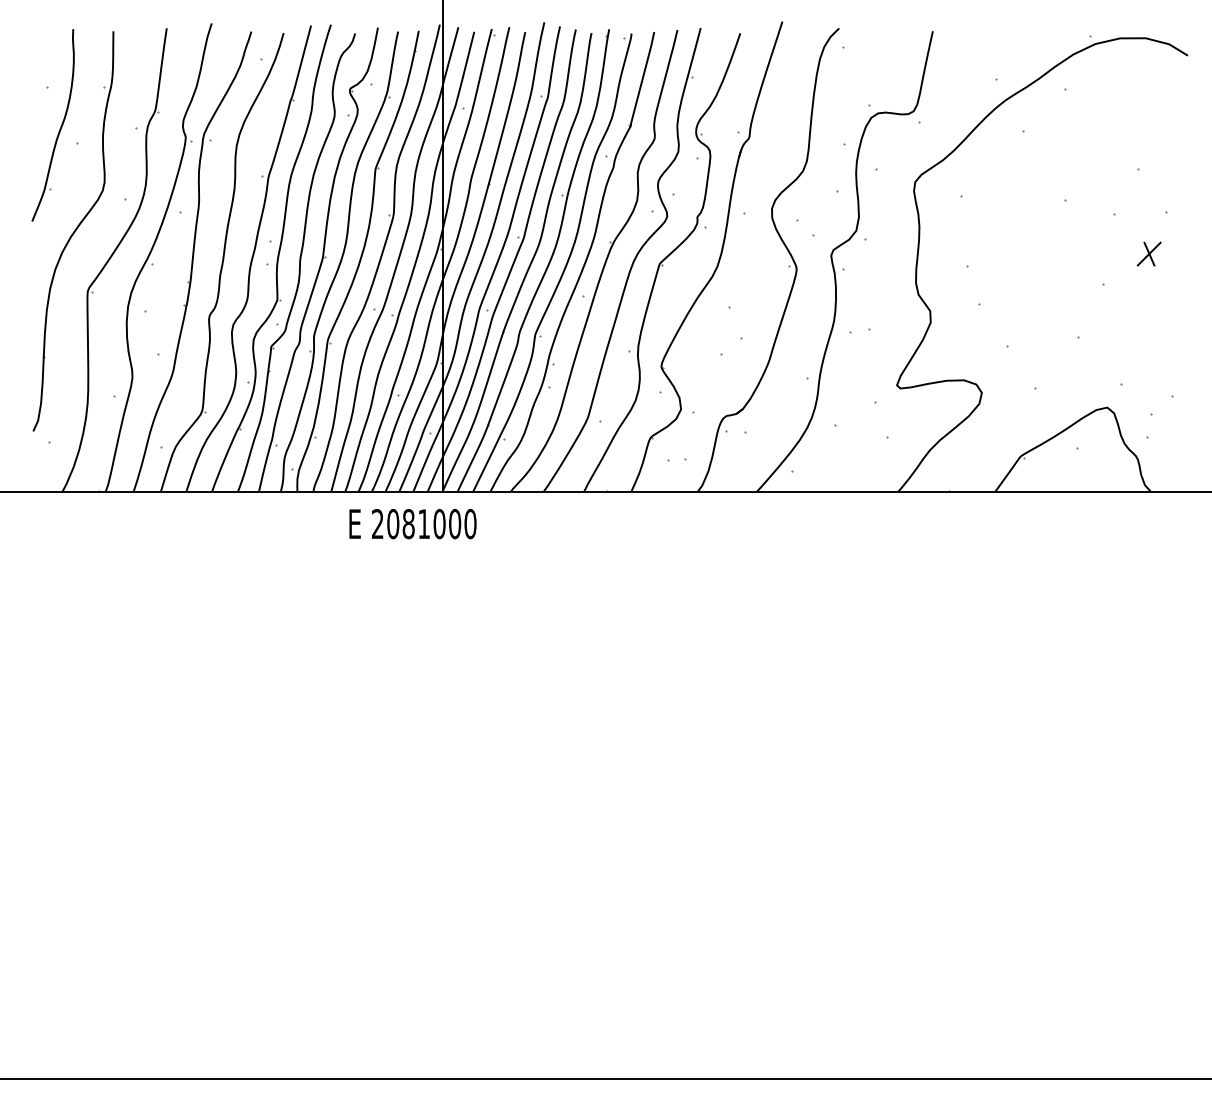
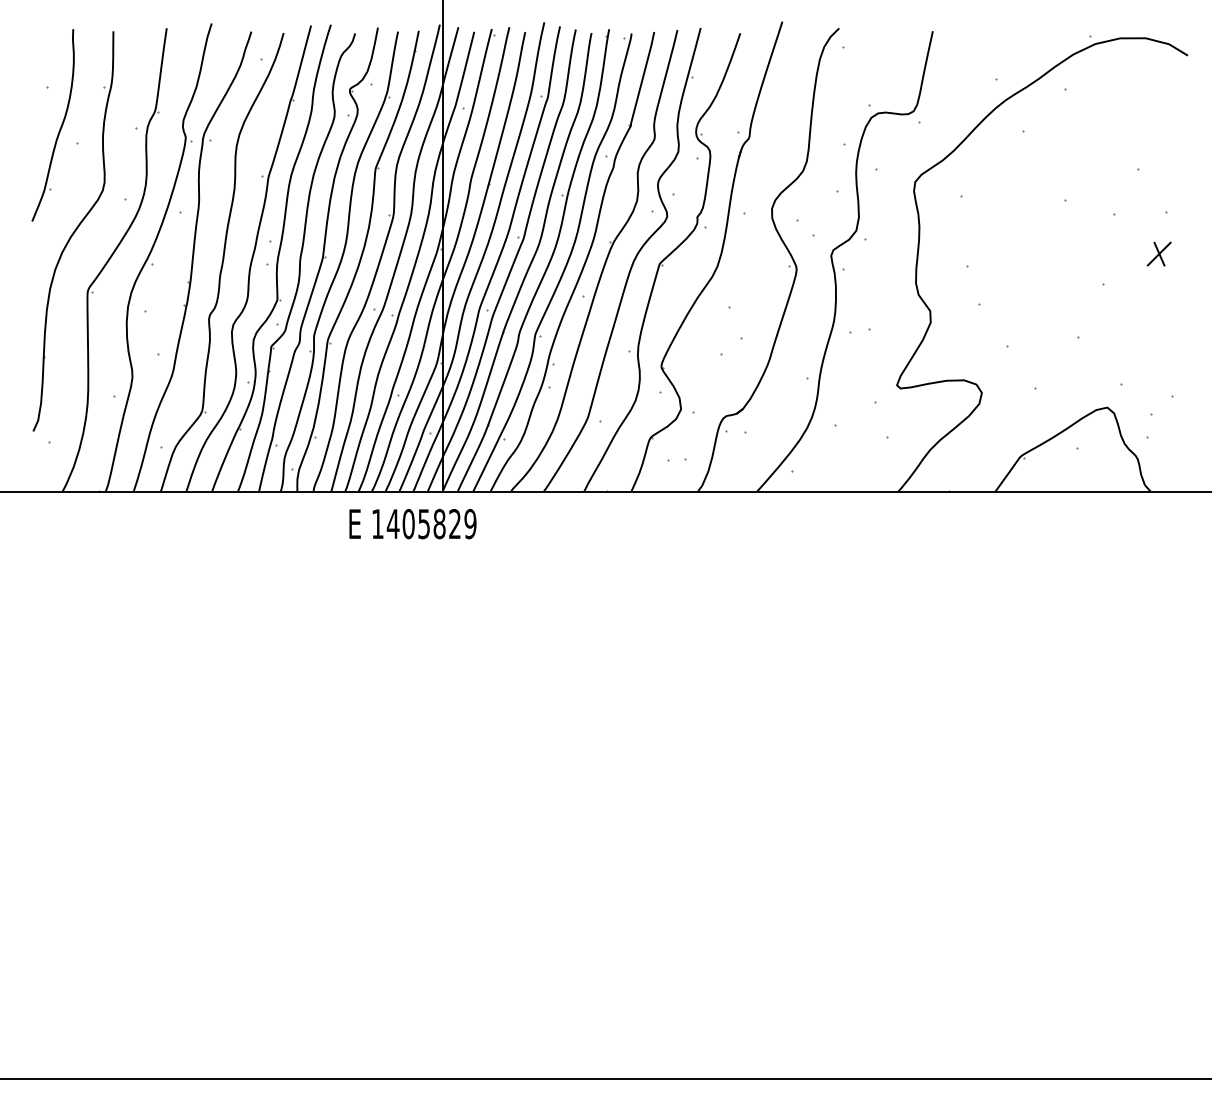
part at (1148, 253) position: (1148, 253) -> (1158, 253)
text at (424, 524): 2081000 -> 1405829
